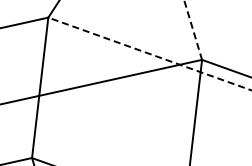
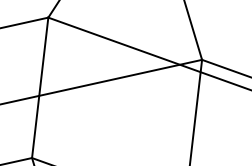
line at (193, 30): dashed -> solid
line at (149, 54): dashed -> solid
